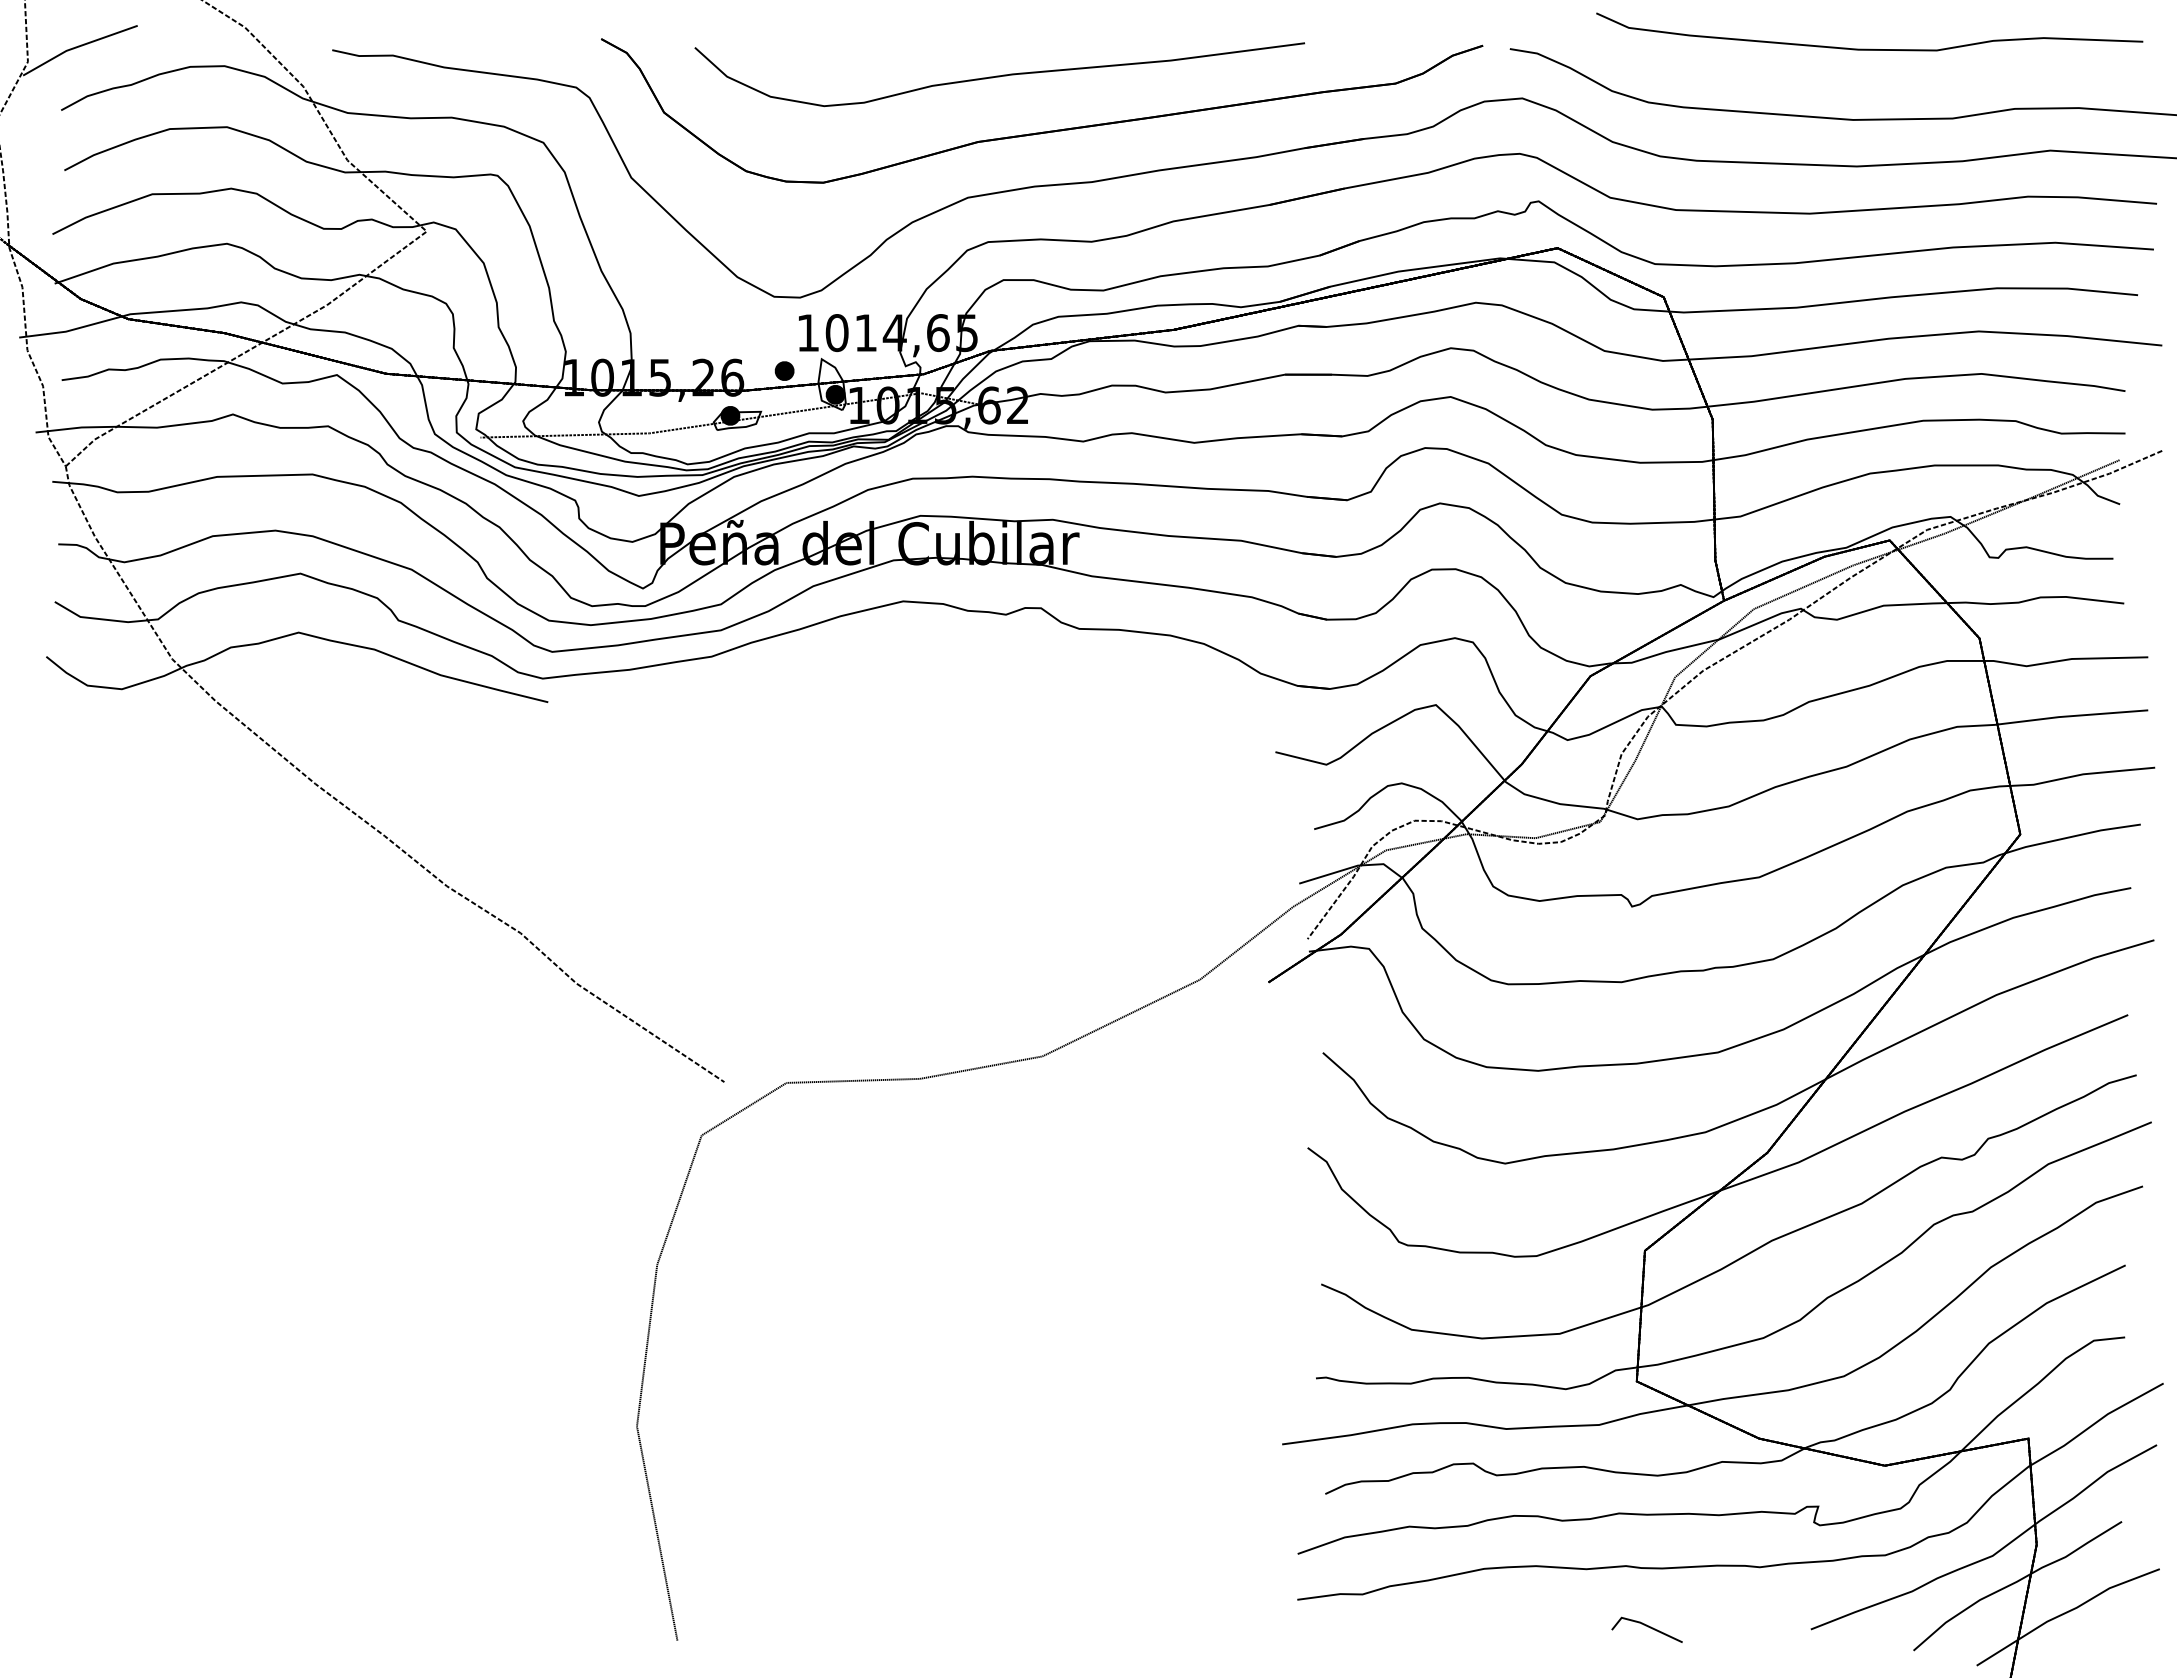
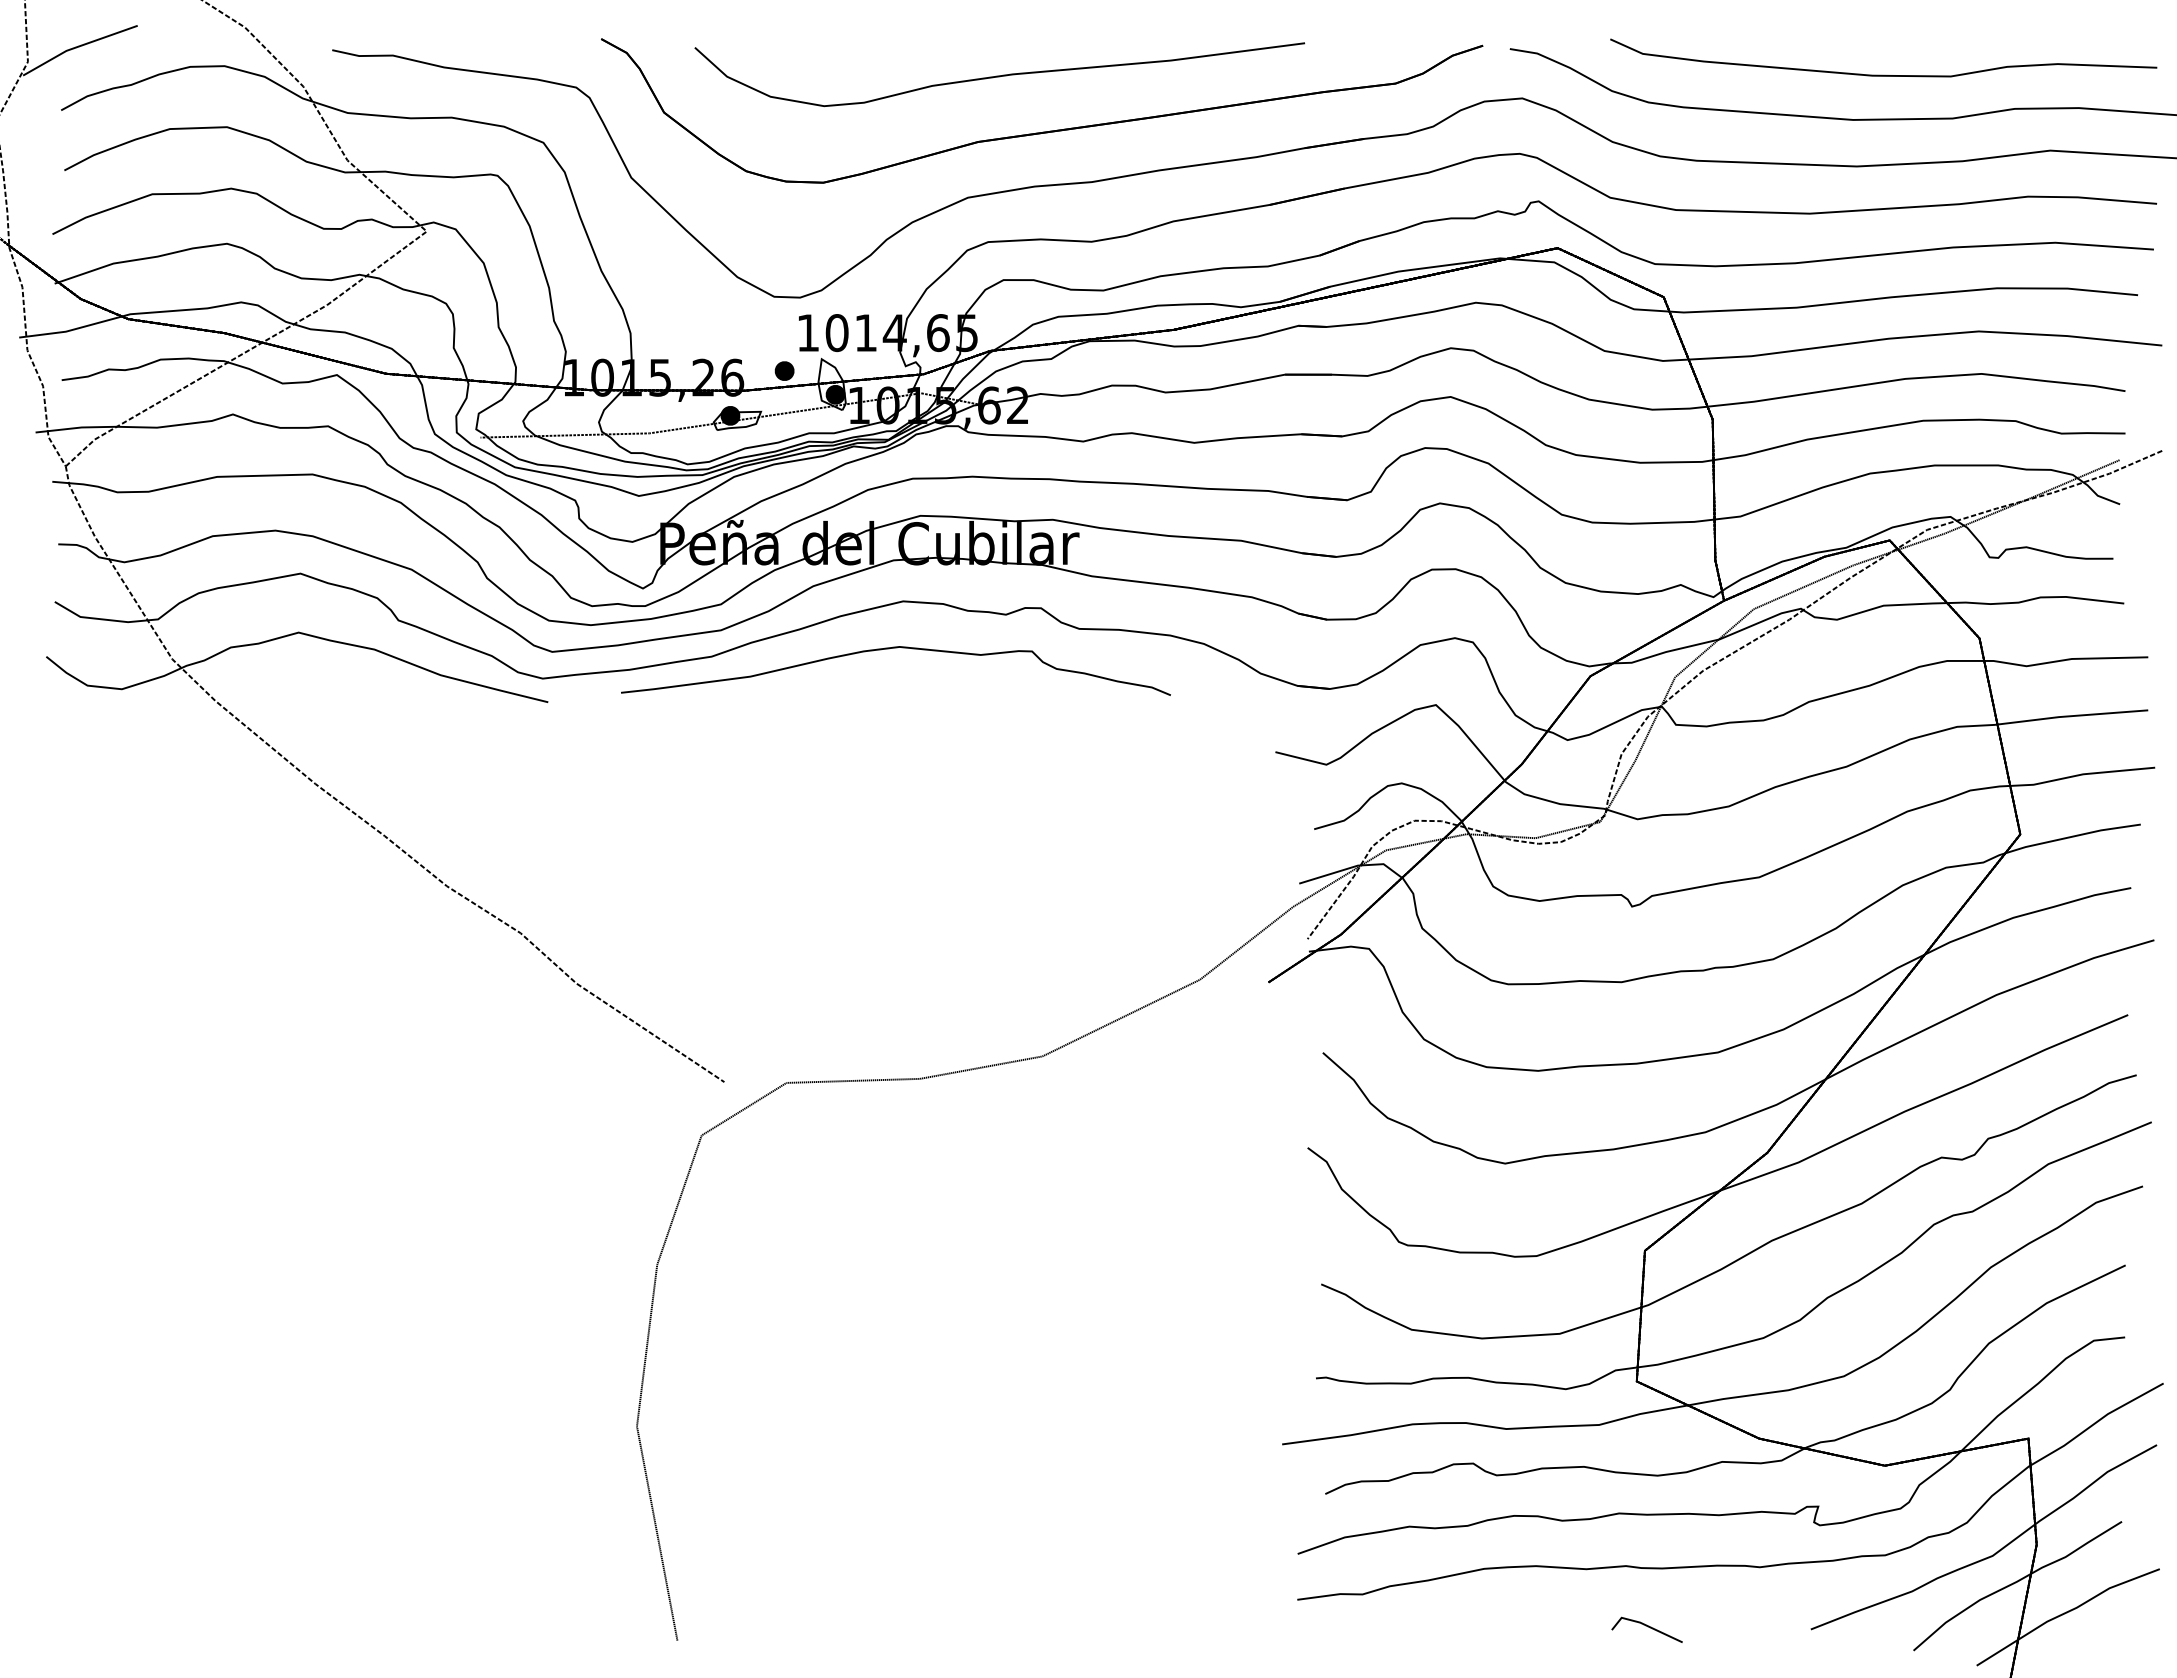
curve at (1869, 48) position: (1869, 48) -> (1883, 74)
curve at (889, 649): none -> present
